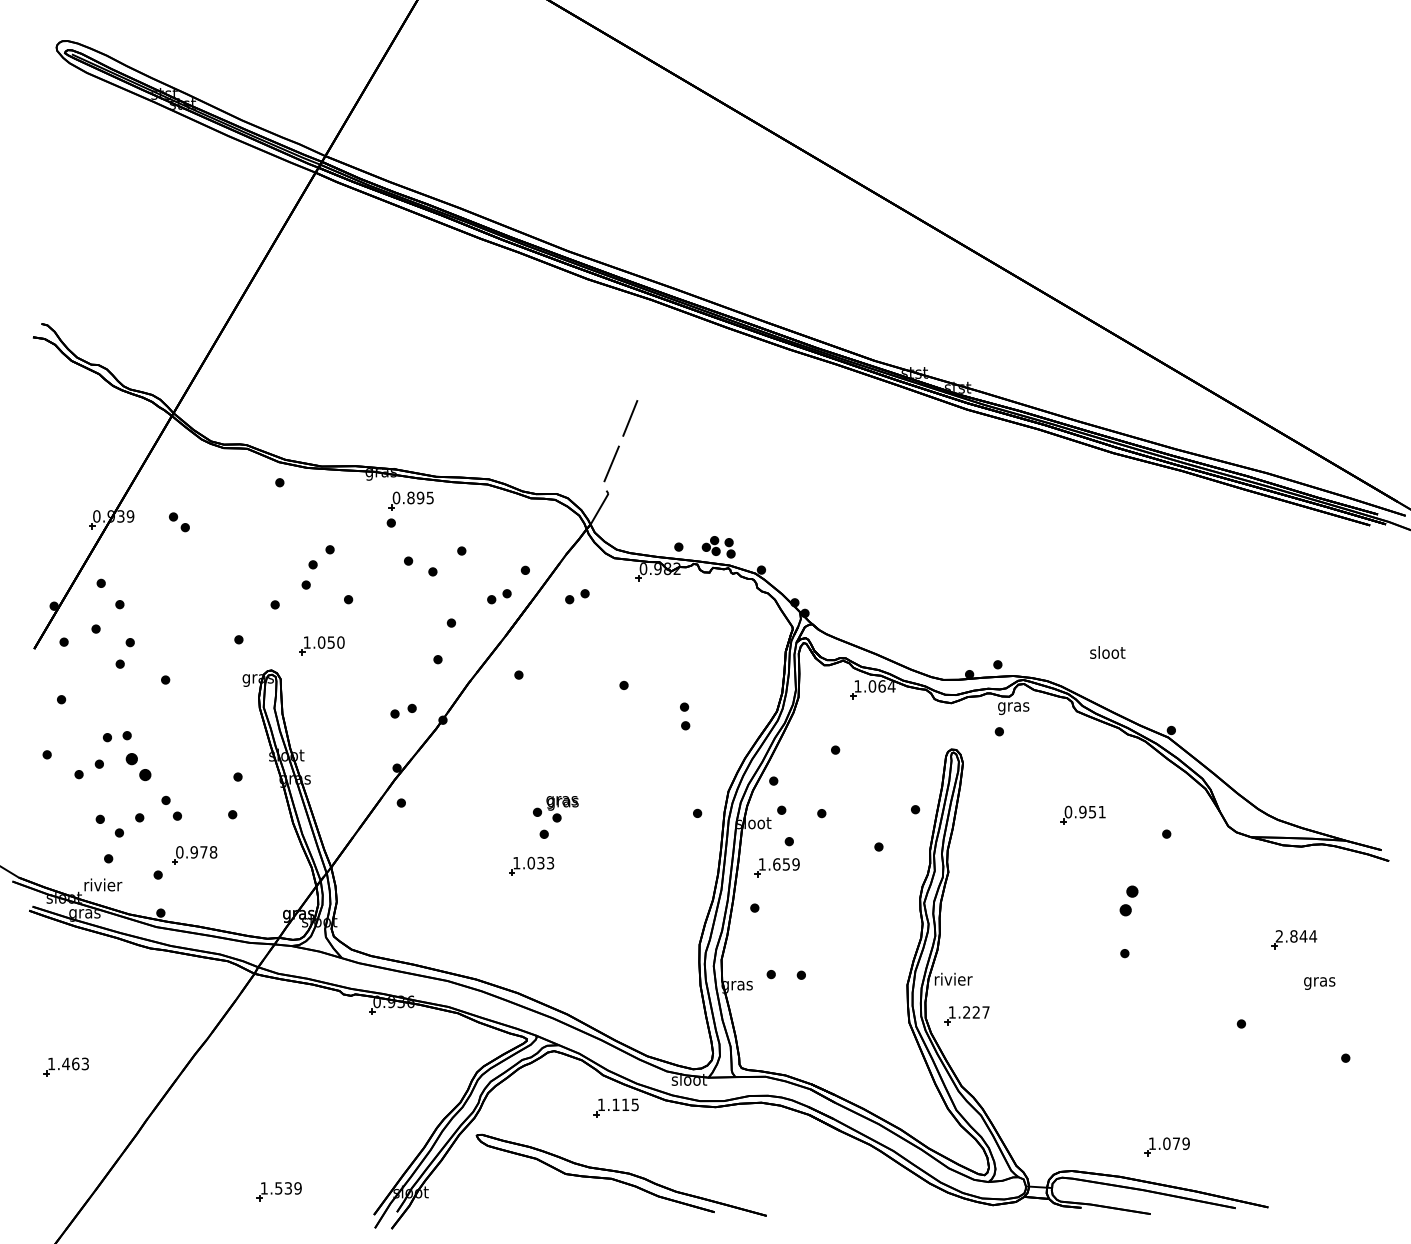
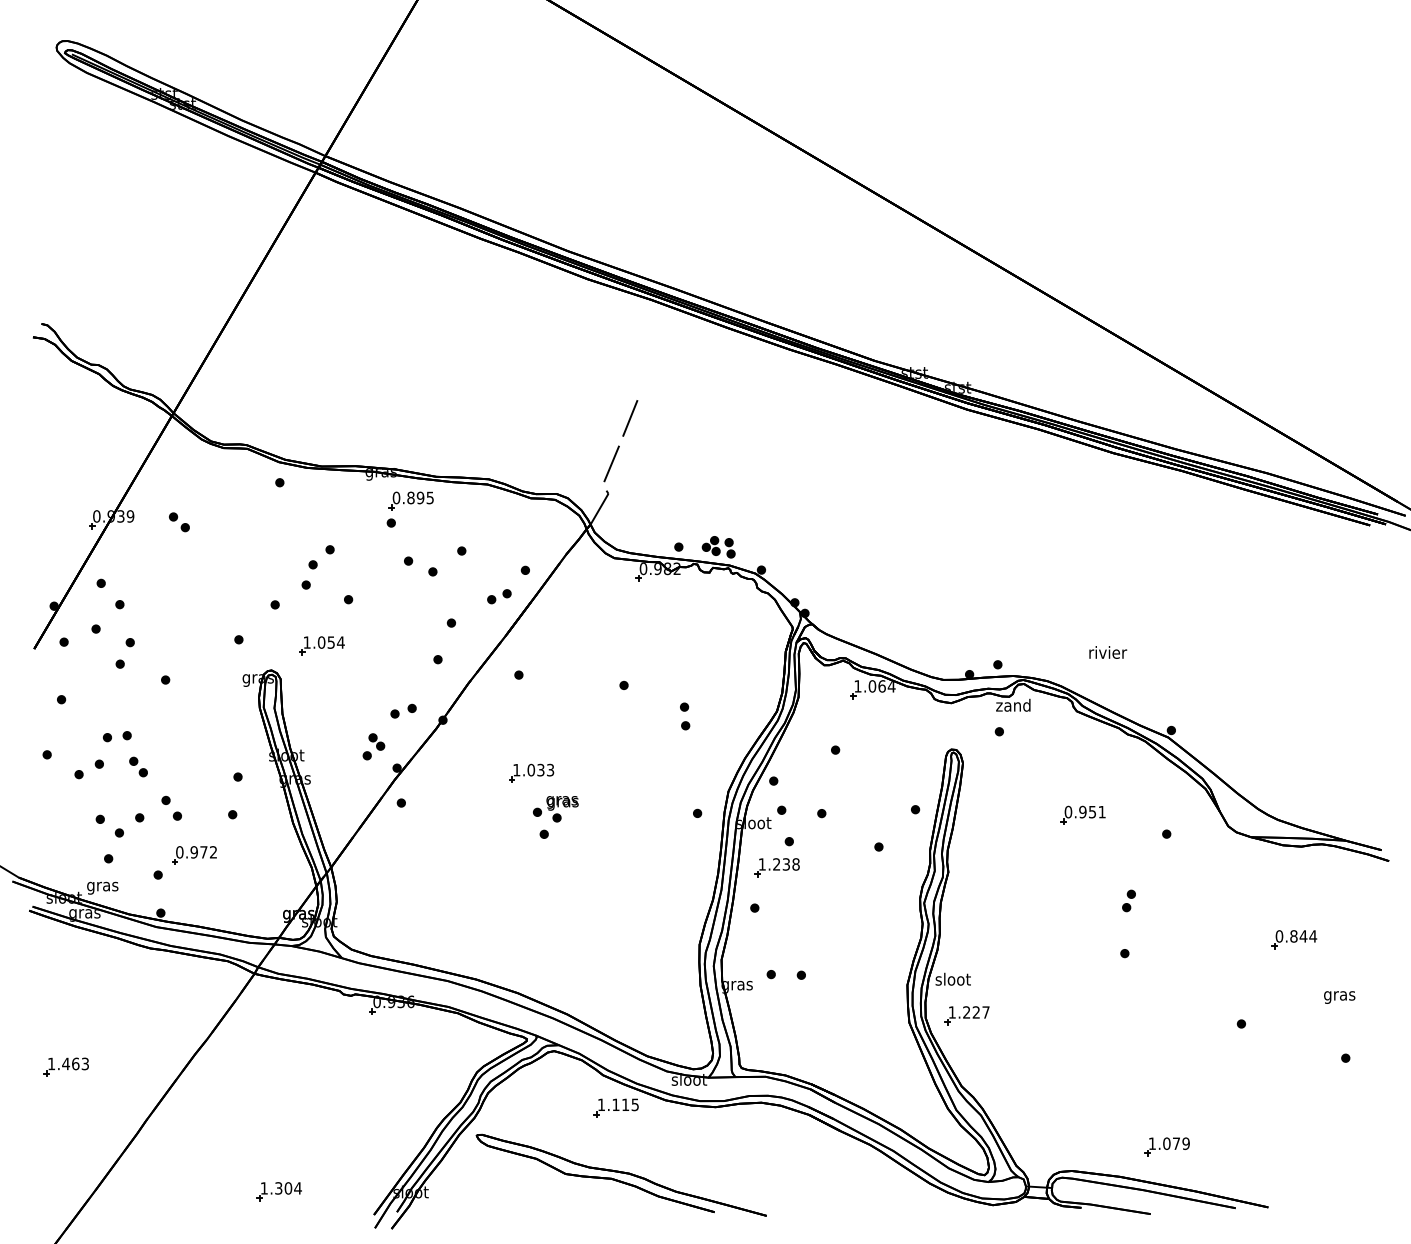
part at (577, 596): present -> none
text at (340, 642): 1.050 -> 1.054
text at (1108, 652): sloot -> rivier
text at (1013, 706): gras -> zand
part at (373, 746): none -> present
part at (138, 767) size: 27x29 px -> 19x22 px
text at (213, 852): 0.978 -> 0.972
text at (786, 864): 1.659 -> 1.238
part at (531, 865) position: (531, 865) -> (531, 772)
text at (103, 886): rivier -> gras
part at (1128, 900) size: 20x32 px -> 14x24 px
text at (1279, 936): 2.844 -> 0.844
text at (953, 978): rivier -> sloot
text at (1319, 983) position: (1319, 983) -> (1339, 997)
text at (288, 1188): 1.539 -> 1.304
